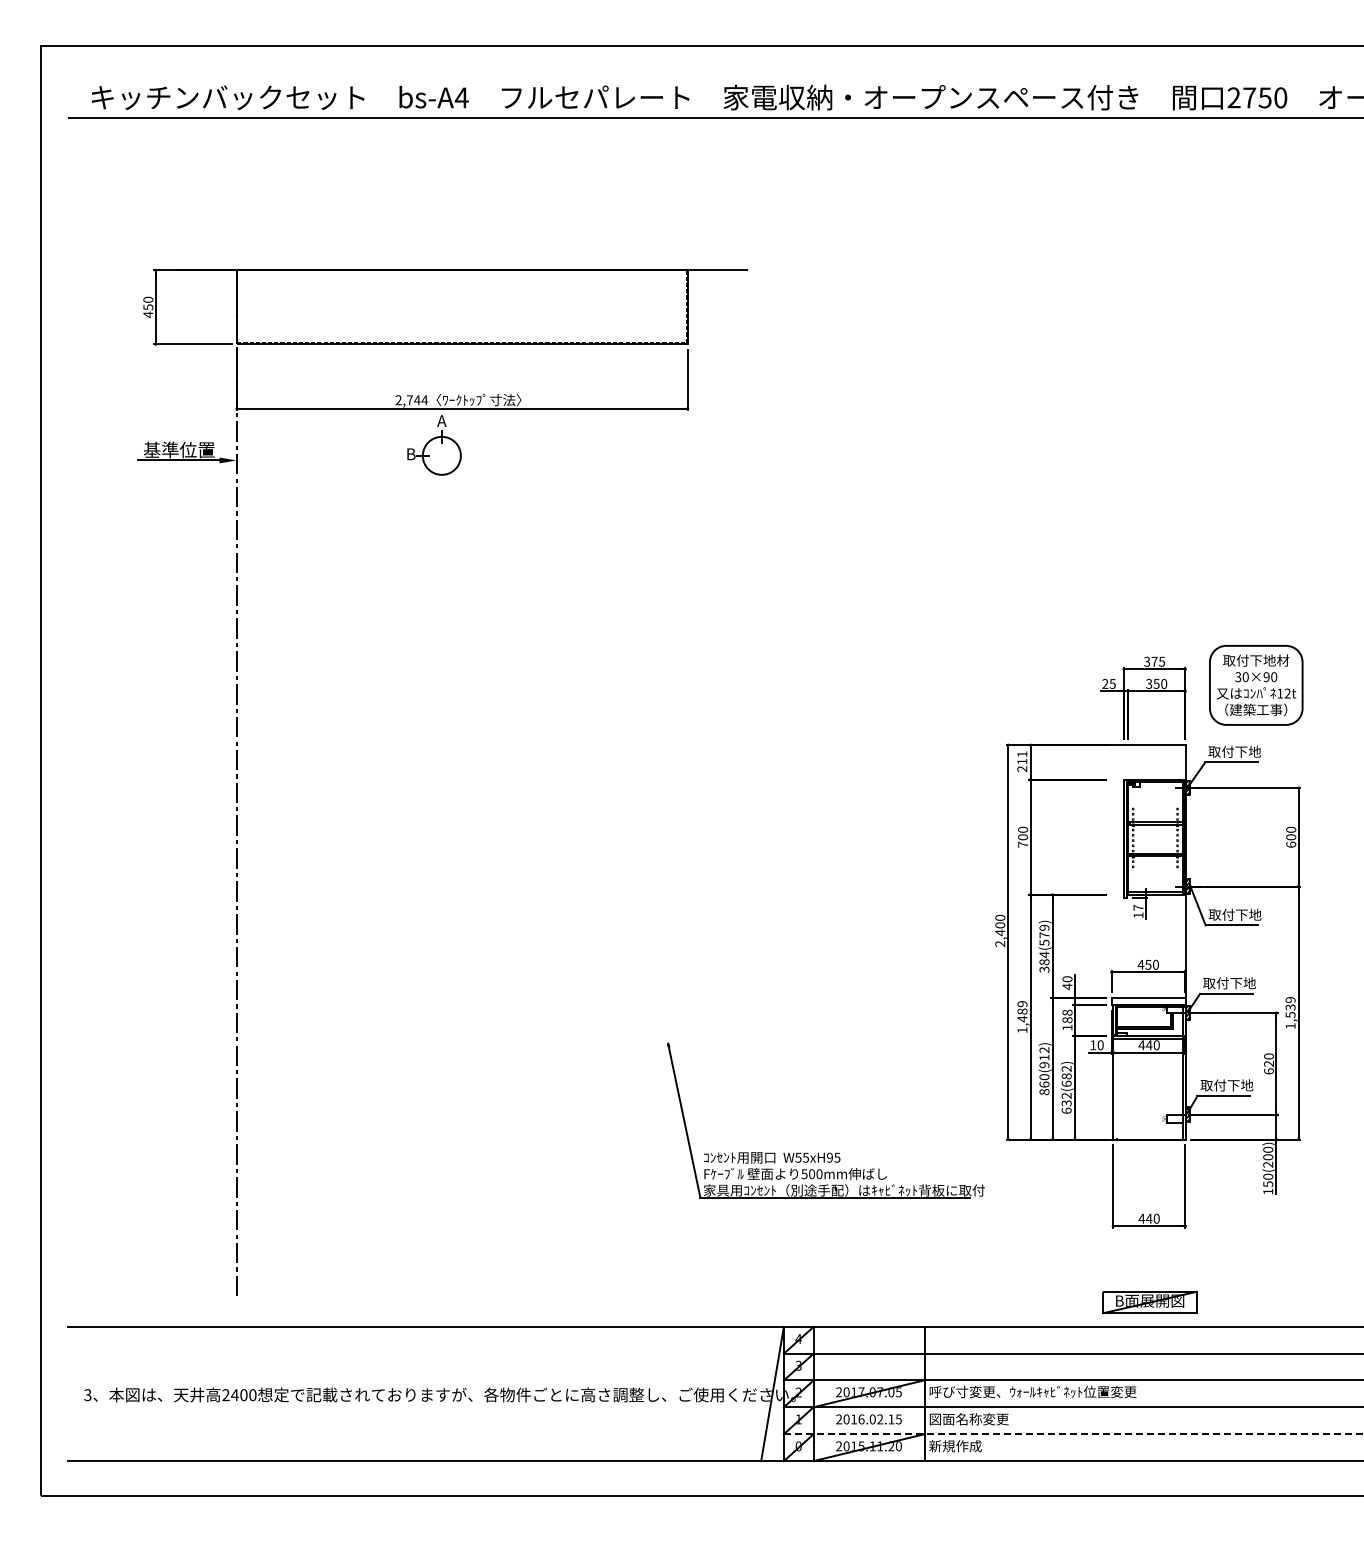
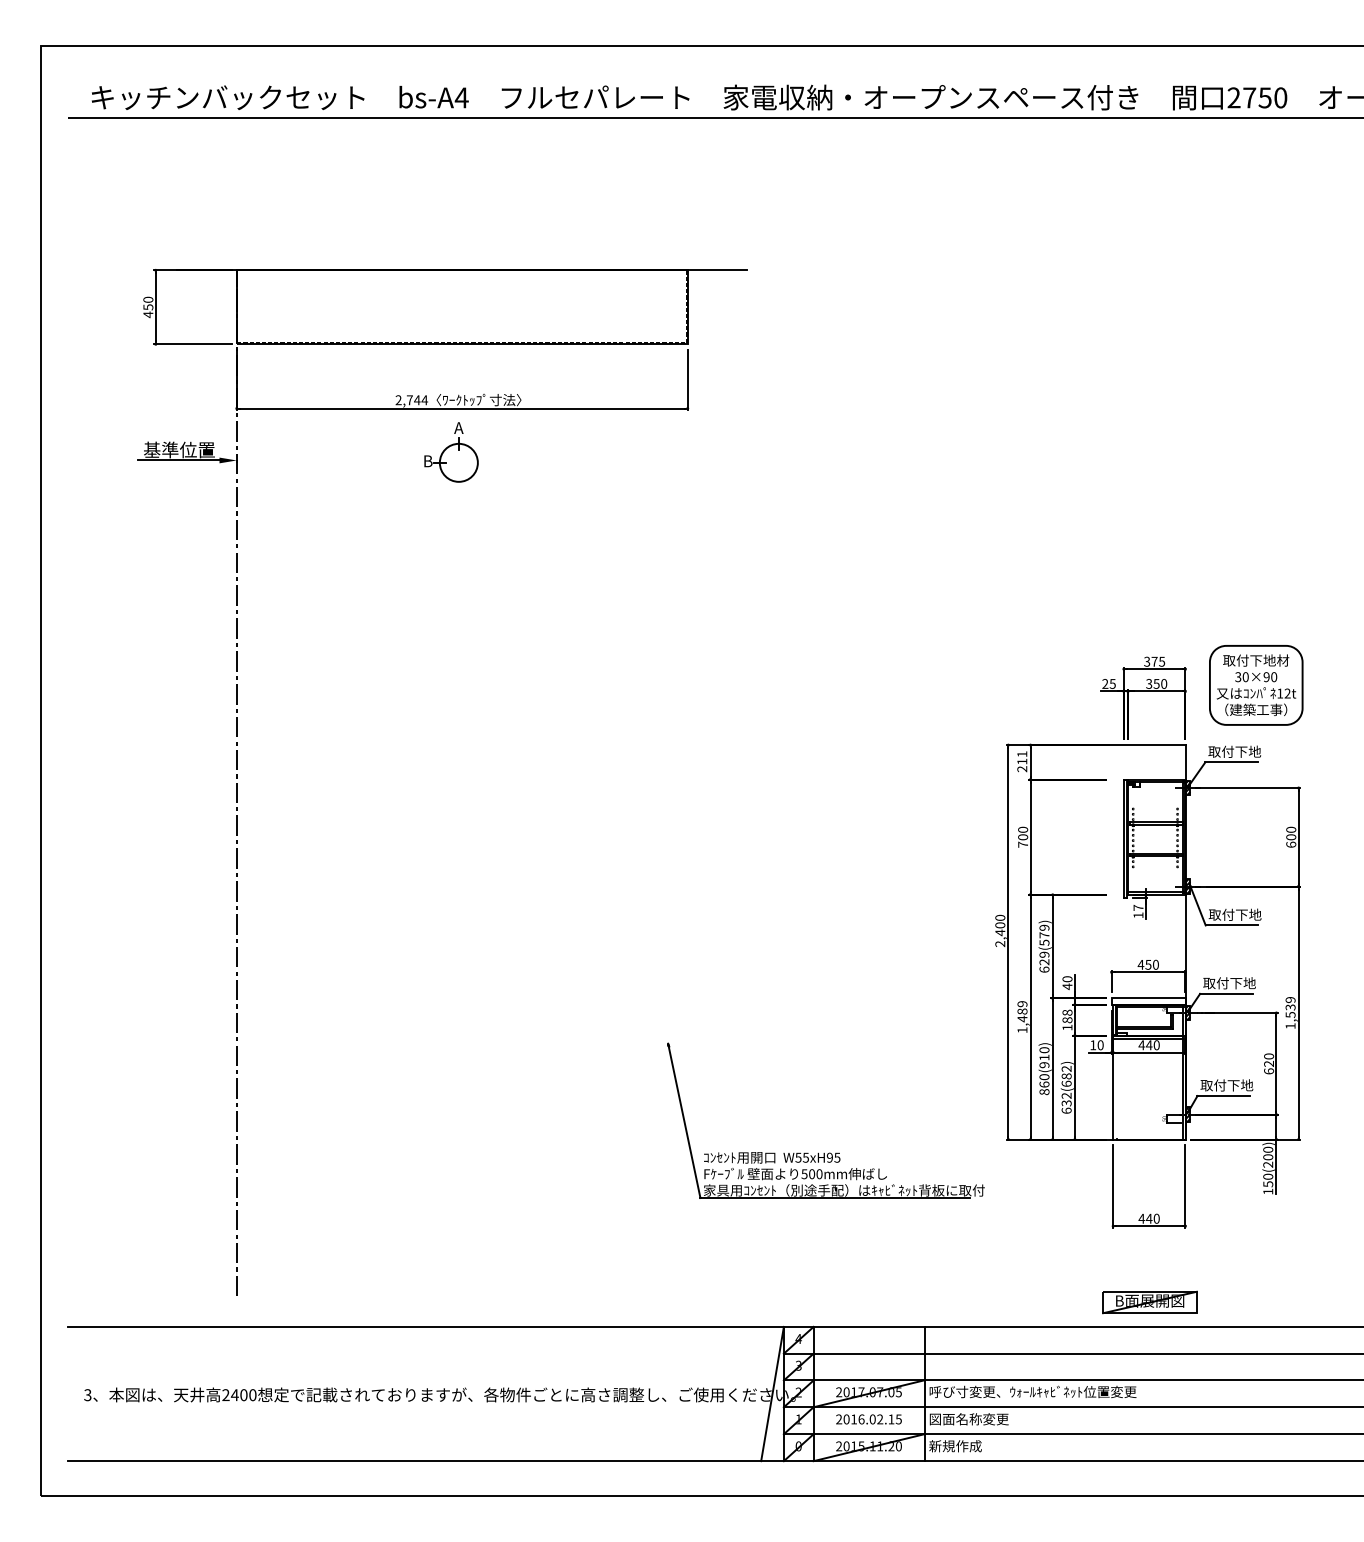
part at (434, 445) position: (434, 445) -> (451, 452)
text at (1044, 961): 384(579) -> 629(579)
text at (1044, 1050): 860(912) -> 860(910)
line at (1073, 1434): dashed -> solid
